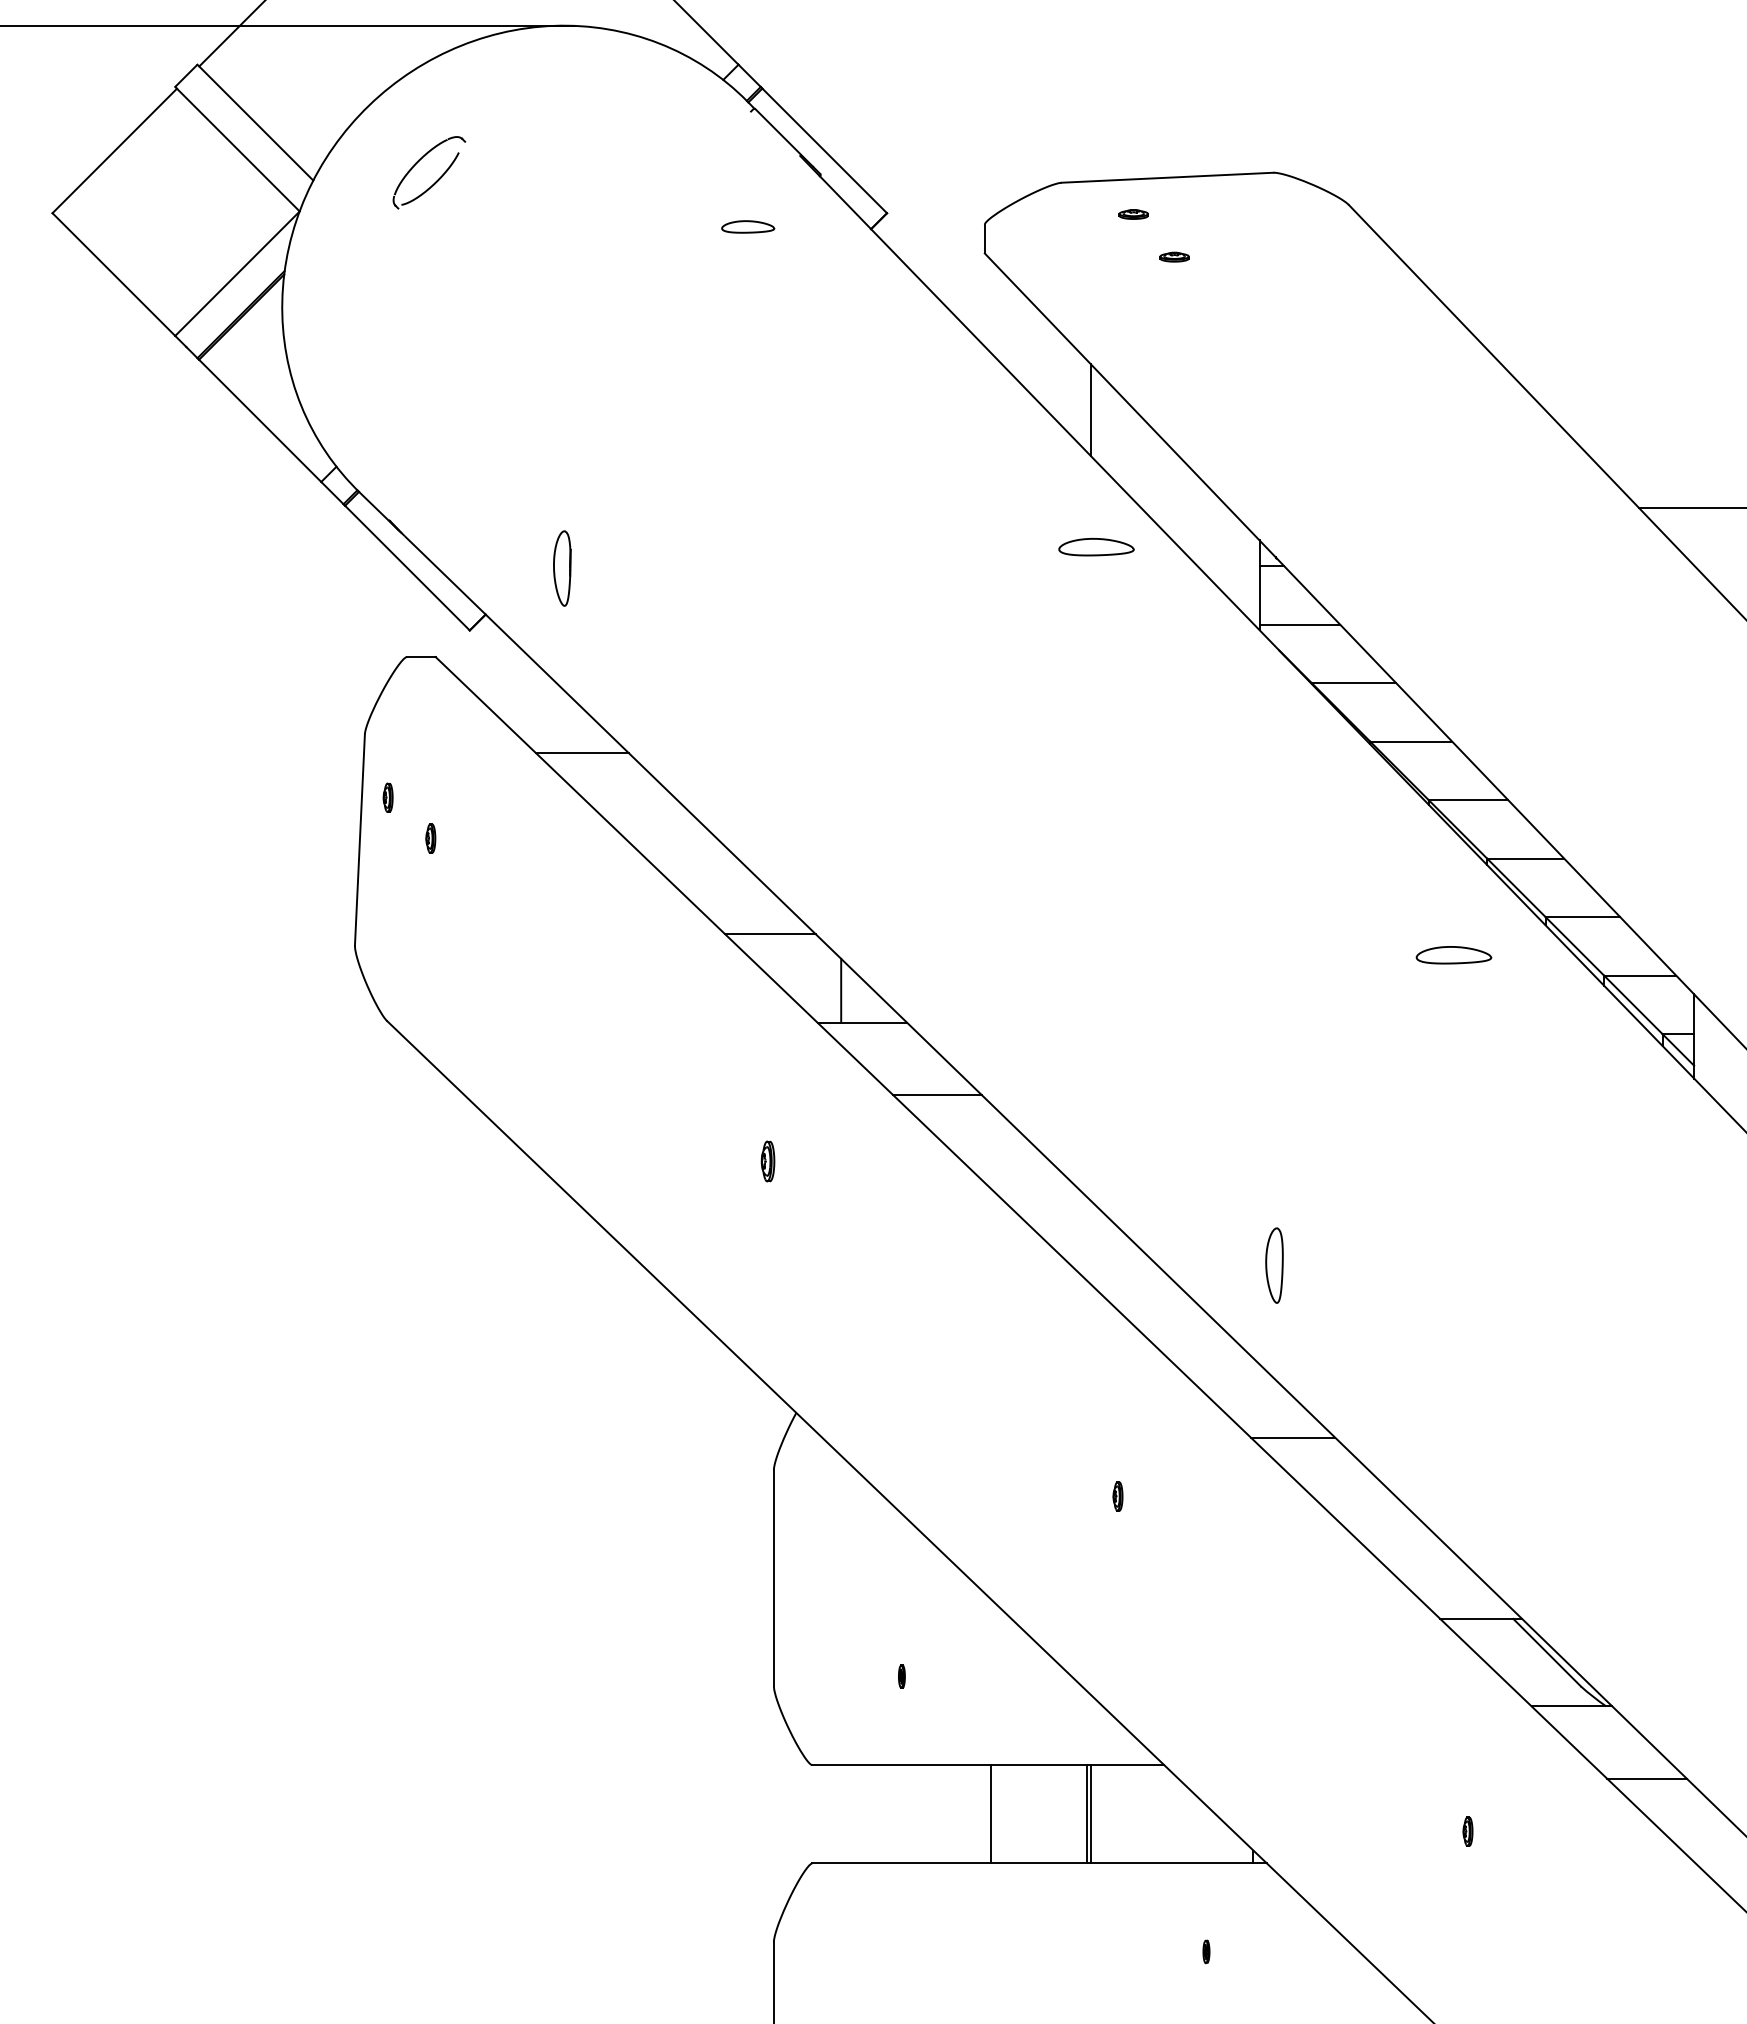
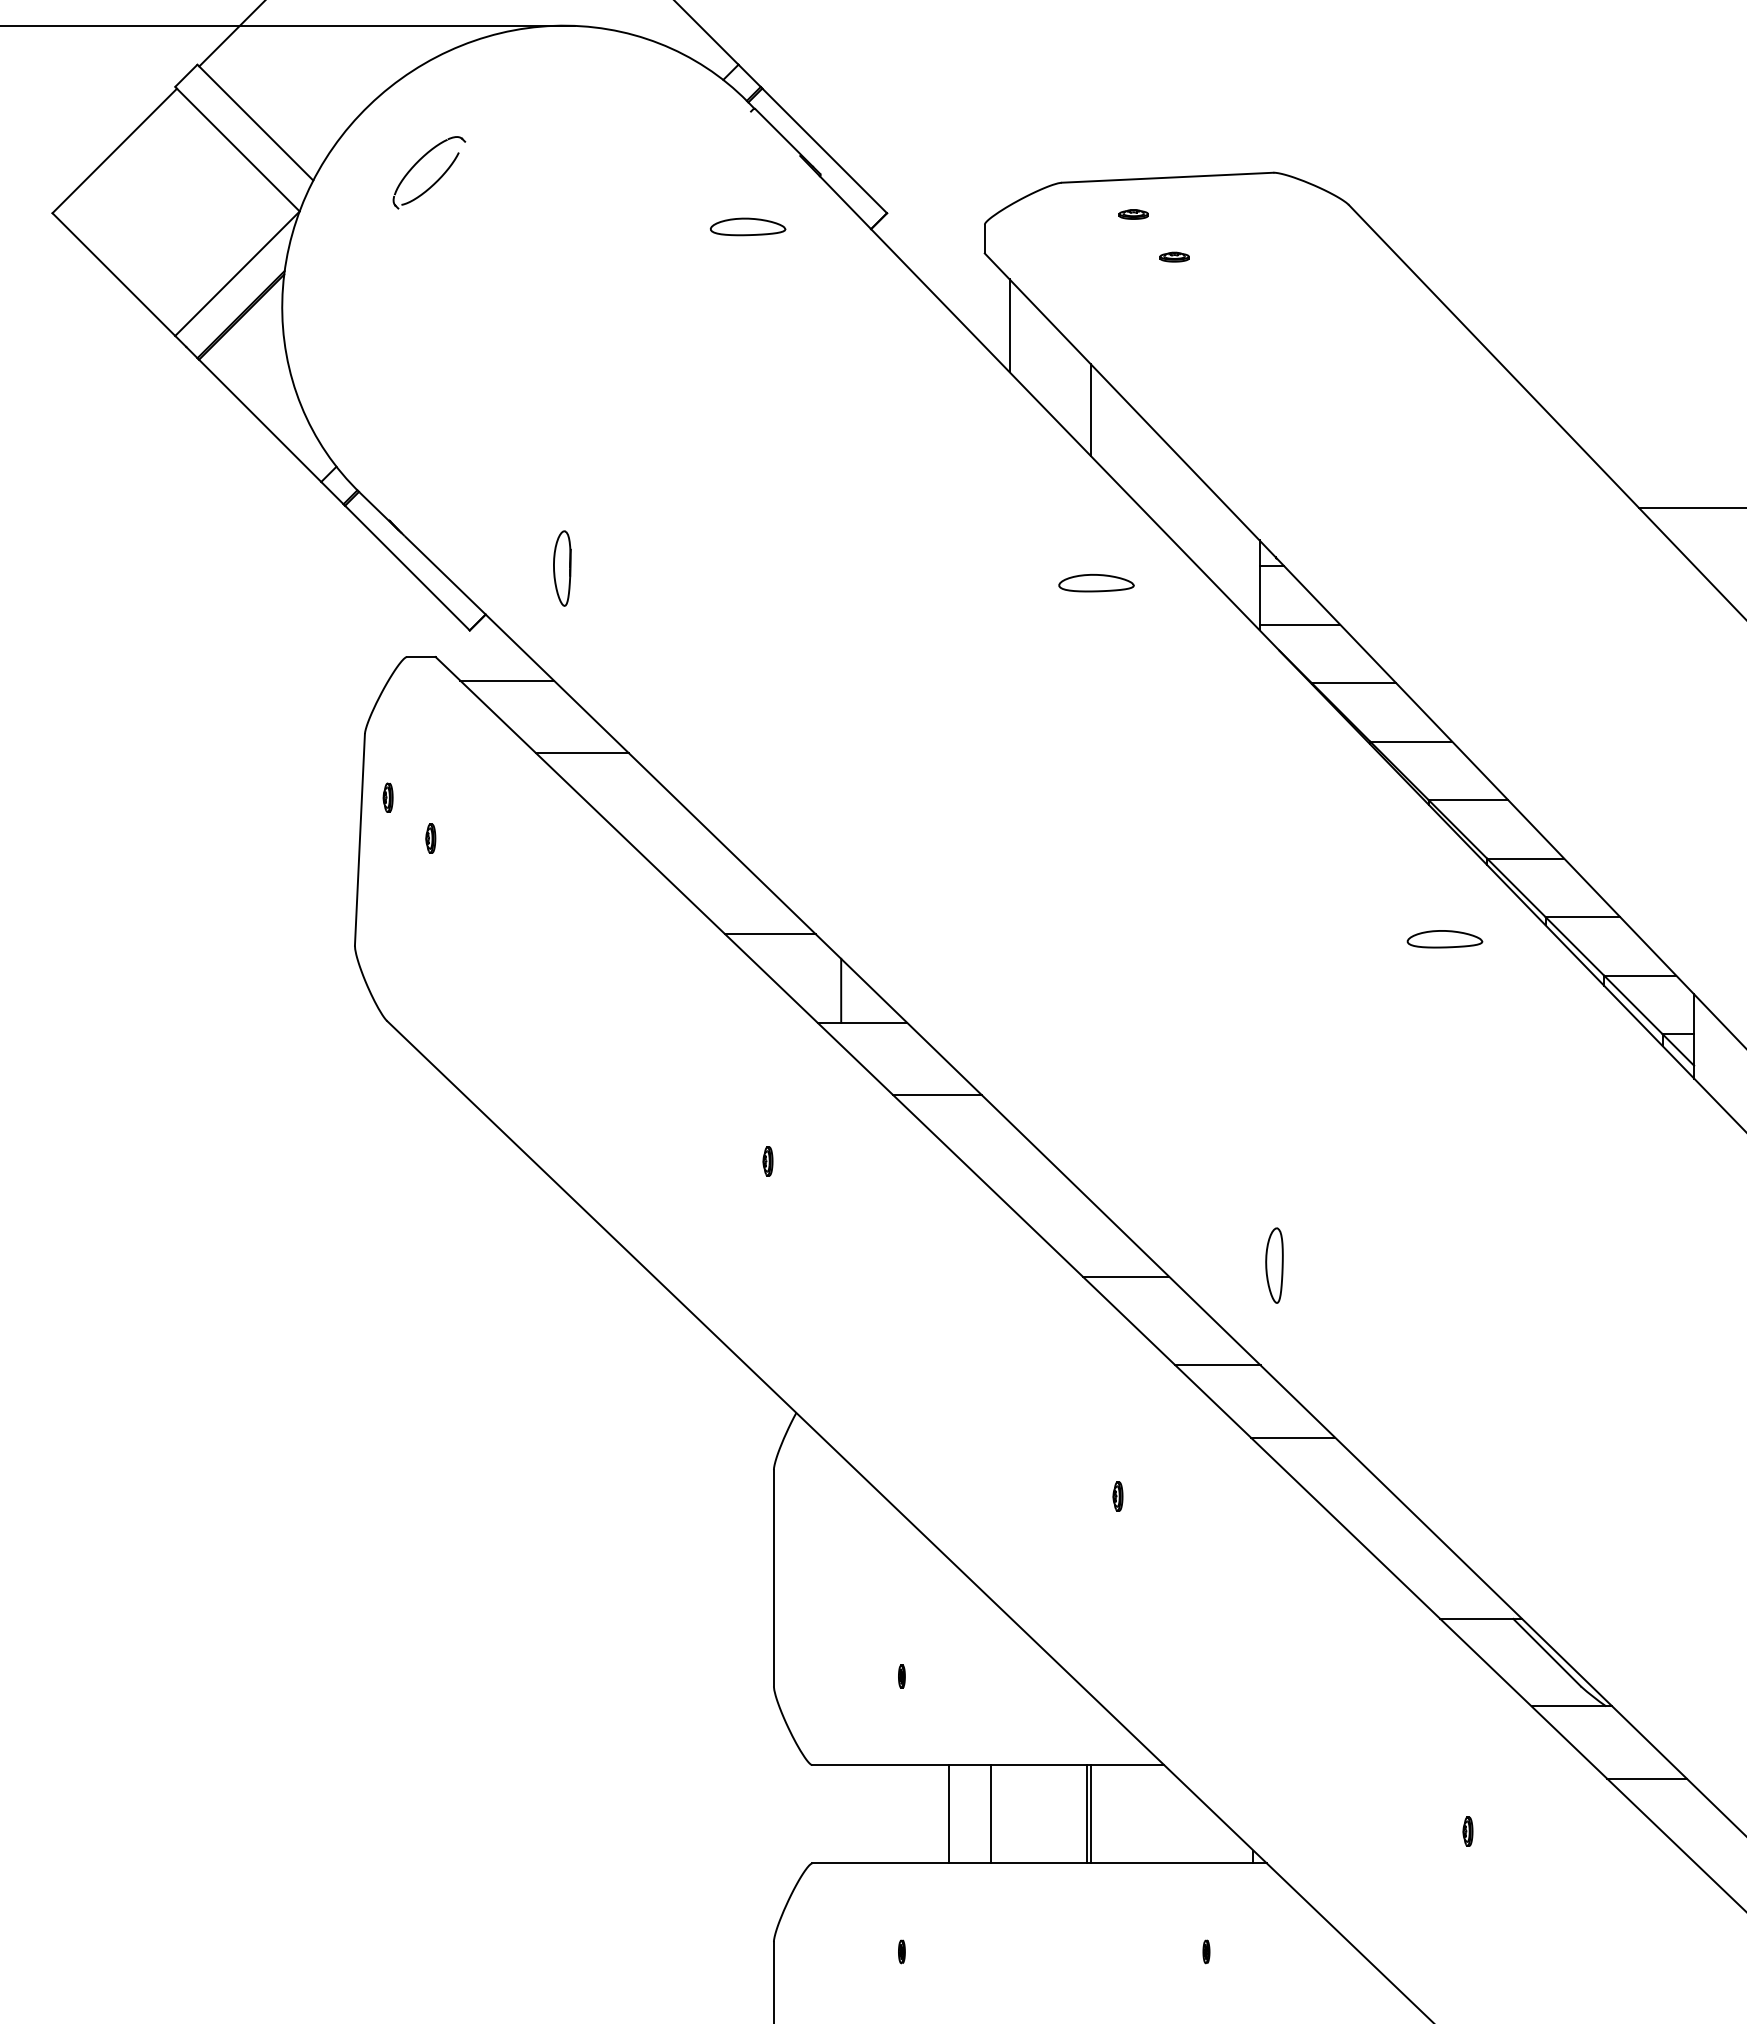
part at (748, 226) size: 55x14 px -> 77x20 px
line at (1009, 325): none -> present
part at (1096, 547) position: (1096, 547) -> (1096, 583)
line at (507, 680): none -> present
part at (1453, 955) position: (1453, 955) -> (1444, 939)
part at (767, 1161) size: 16x43 px -> 12x31 px
line at (1125, 1276): none -> present
line at (1217, 1365): none -> present
line at (948, 1814): none -> present
part at (901, 1951): none -> present
